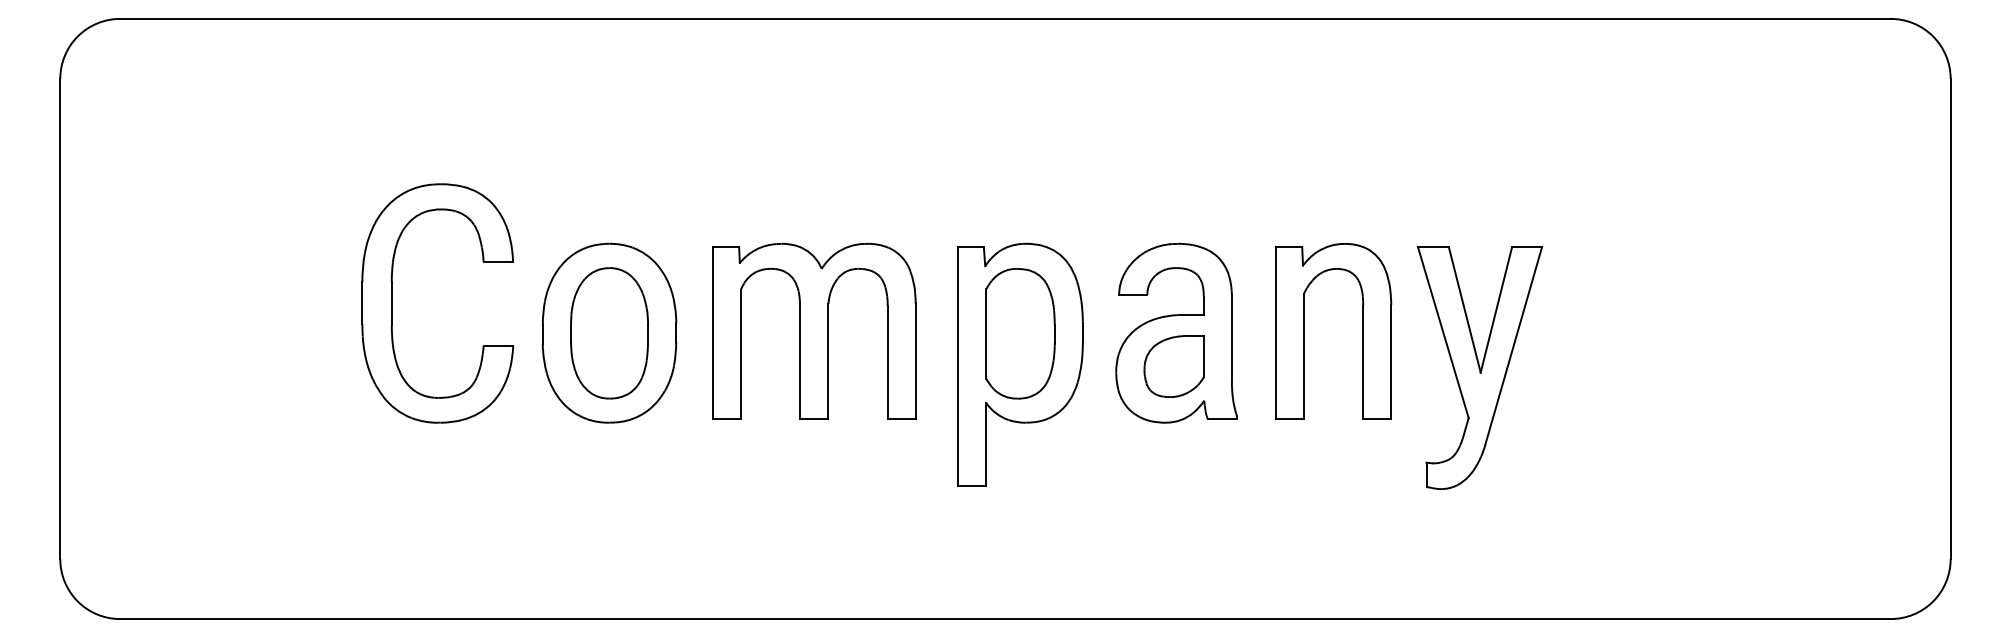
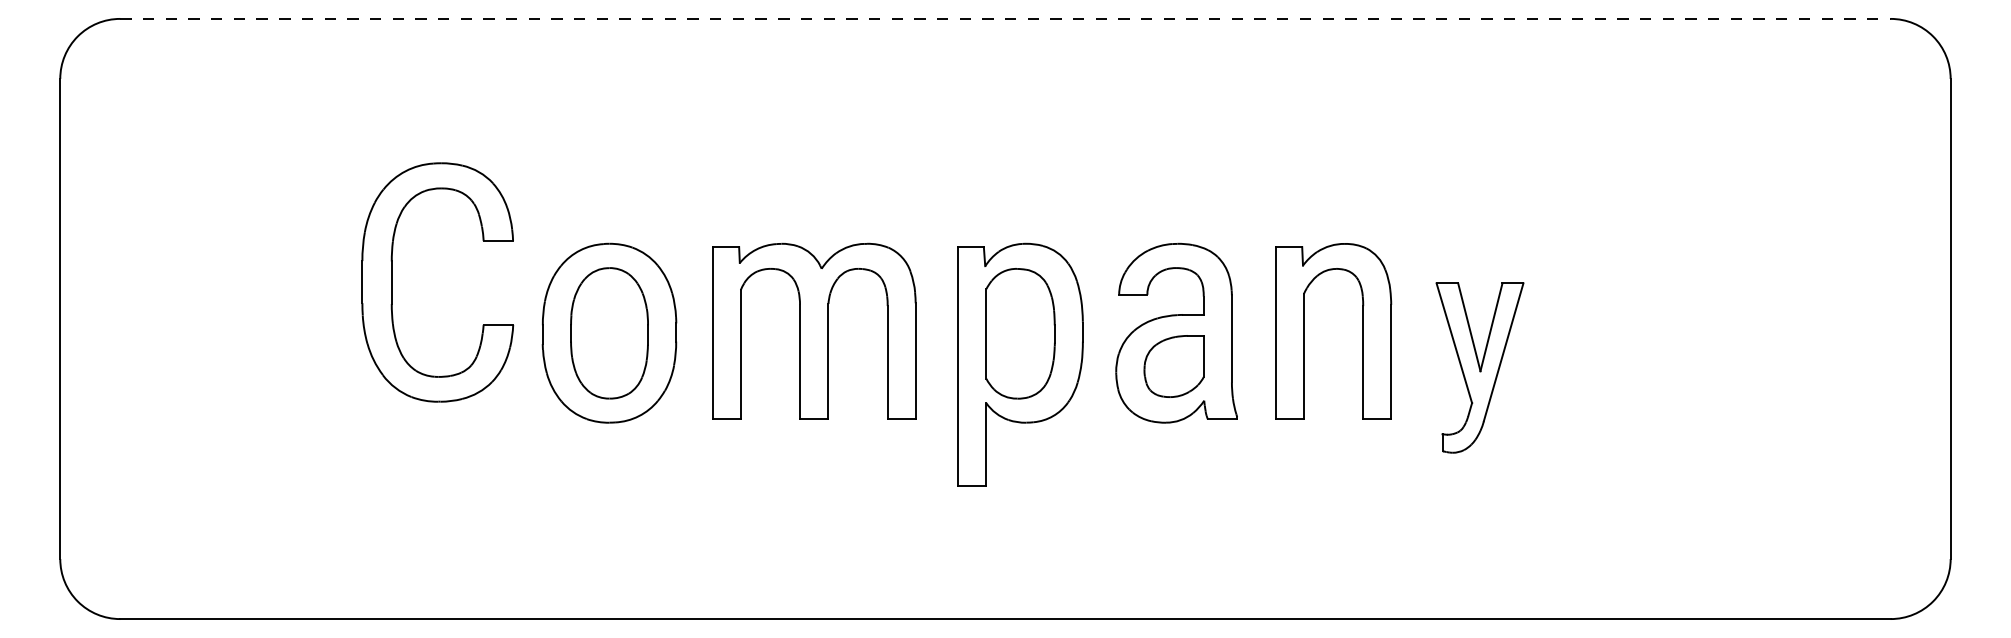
line at (1006, 18): solid -> dashed
part at (392, 303) position: (392, 303) -> (392, 282)
part at (1479, 367) size: 126x244 px -> 90x172 px
